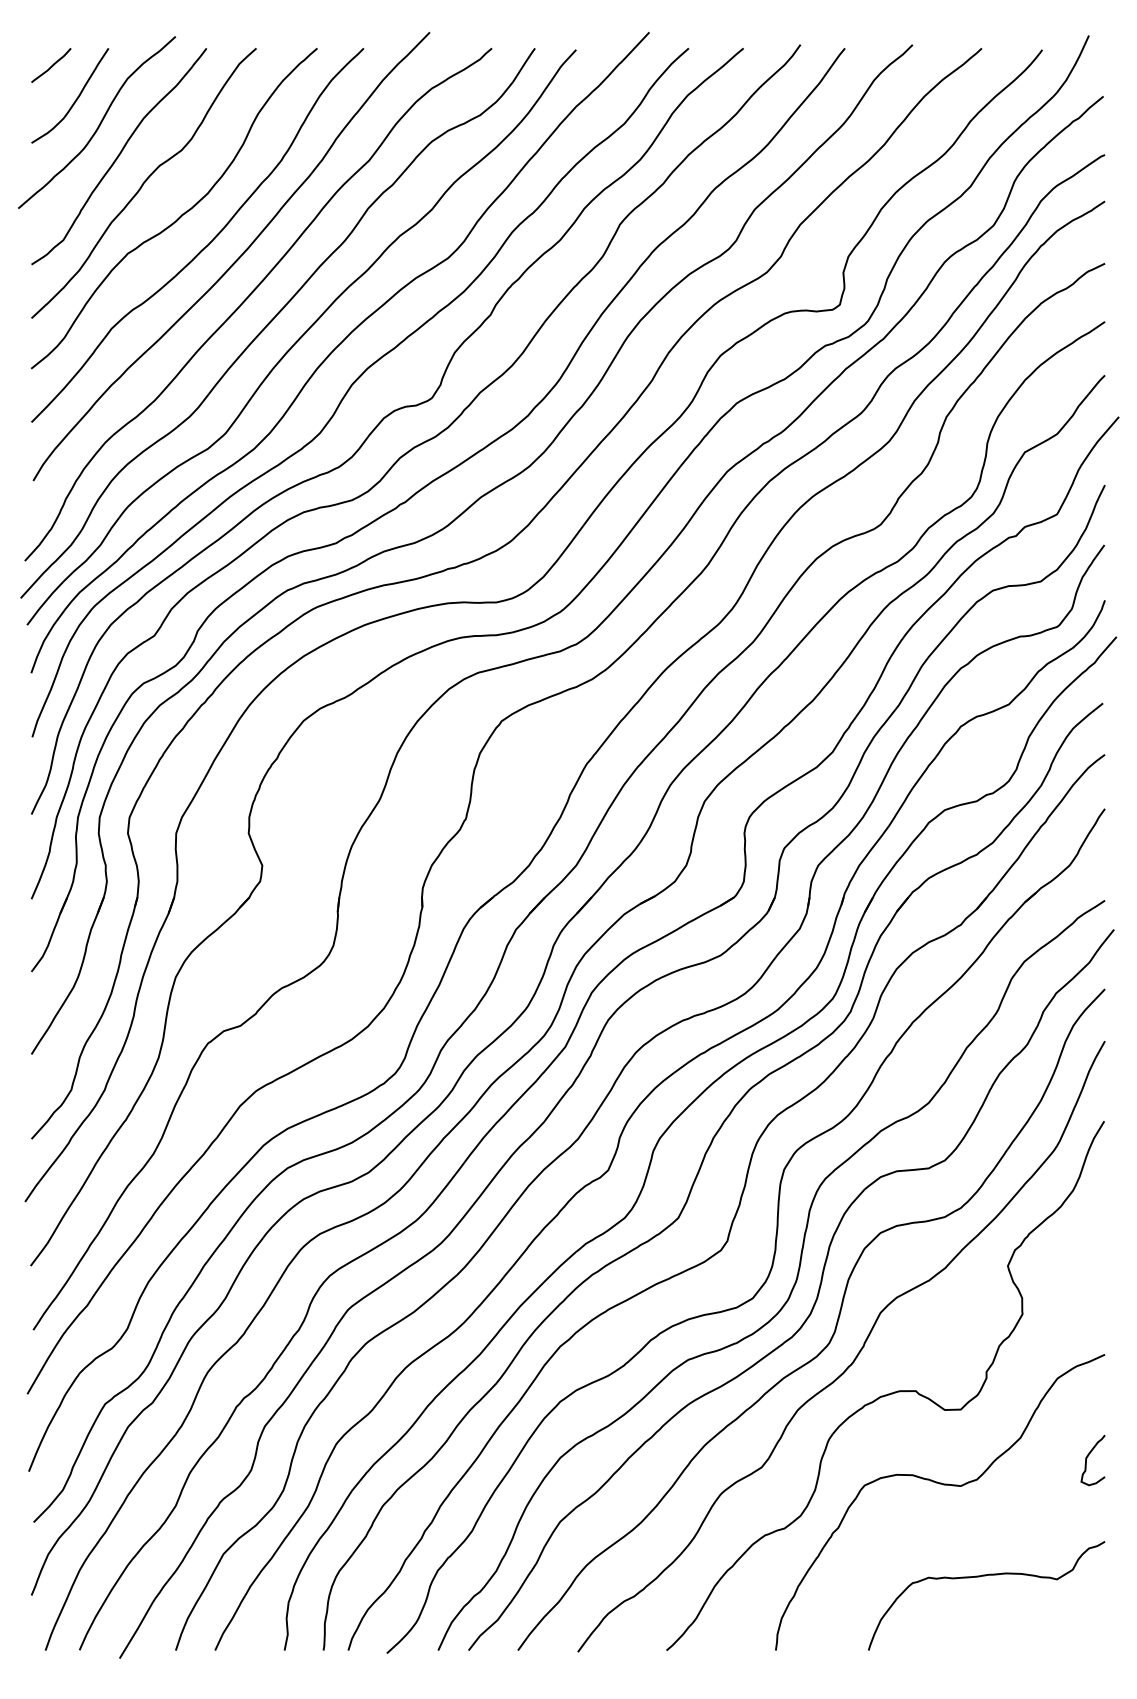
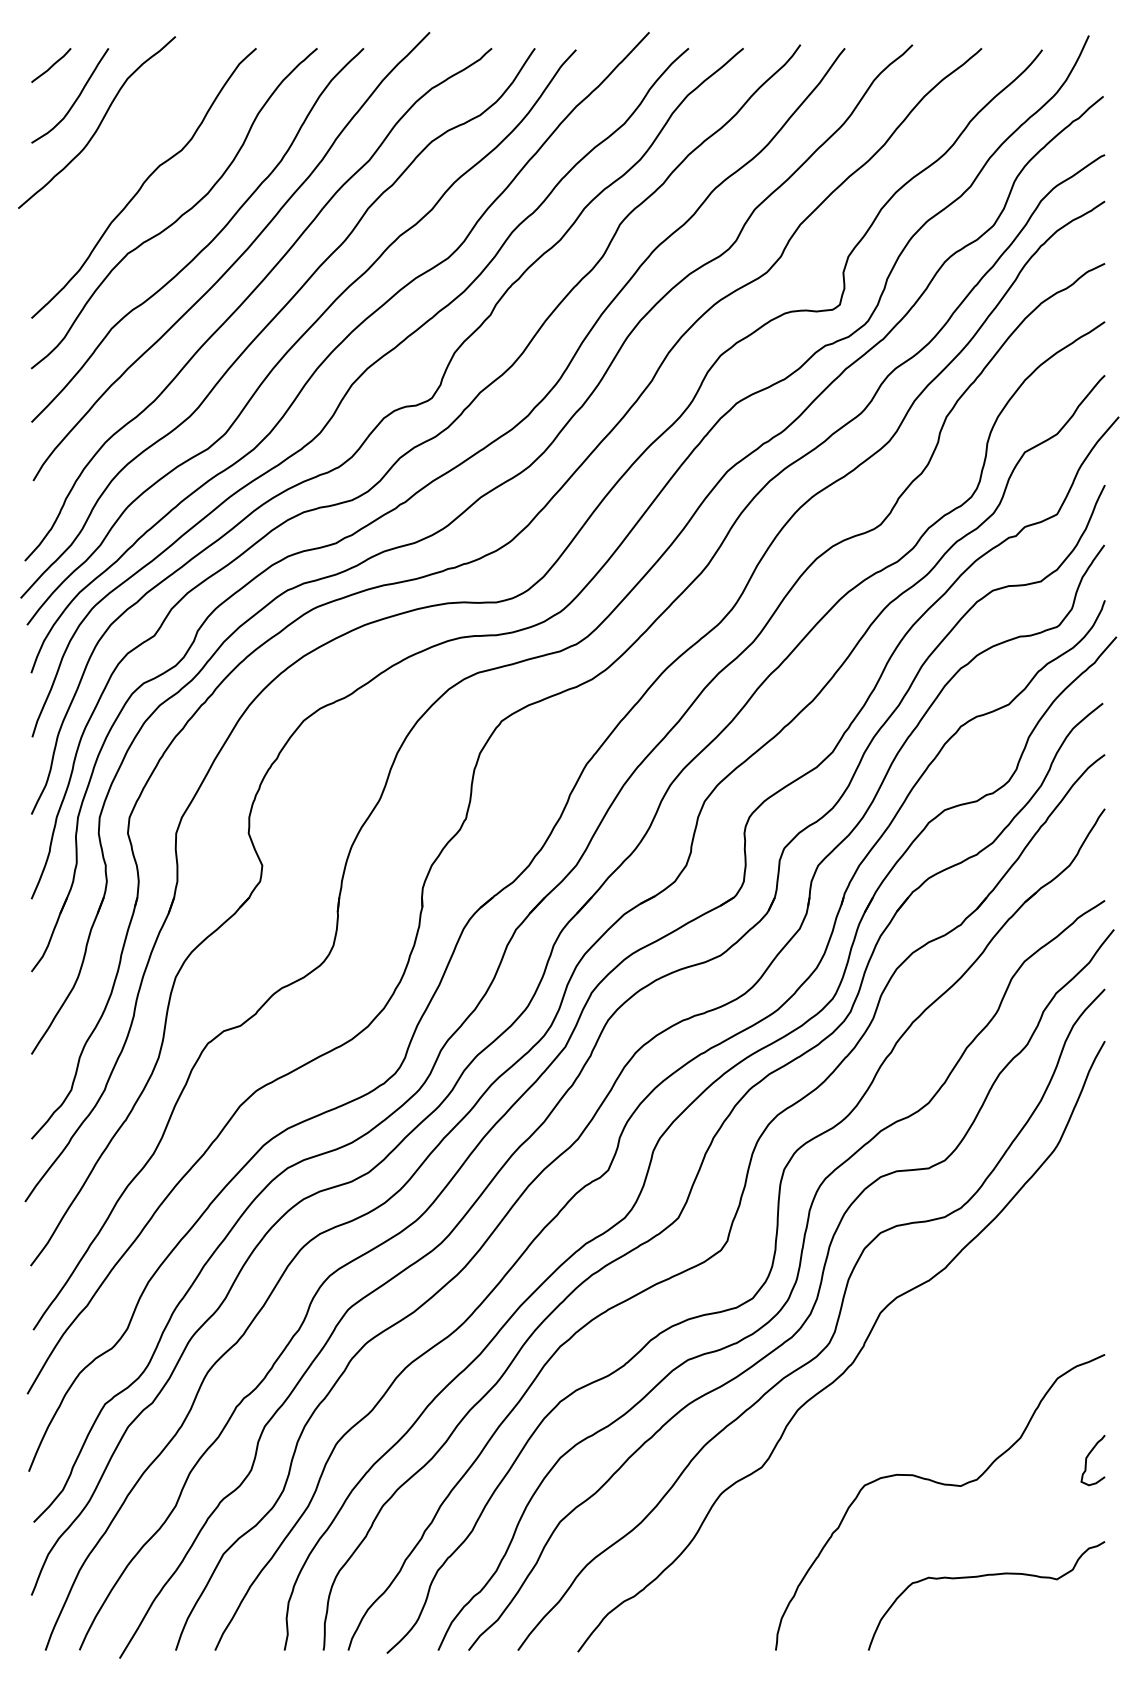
curve at (118, 156): present -> none
curve at (888, 1393): present -> none
